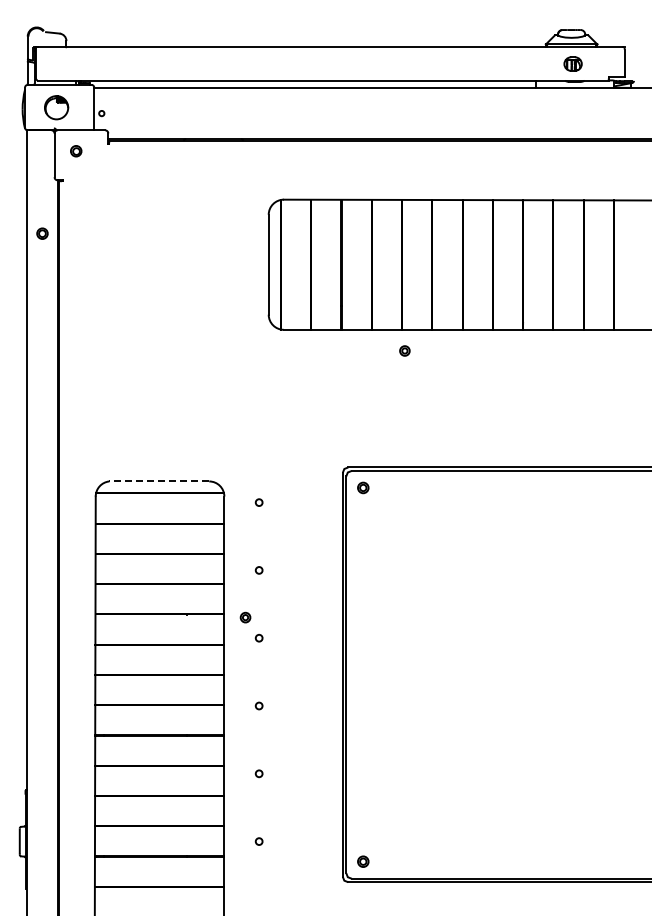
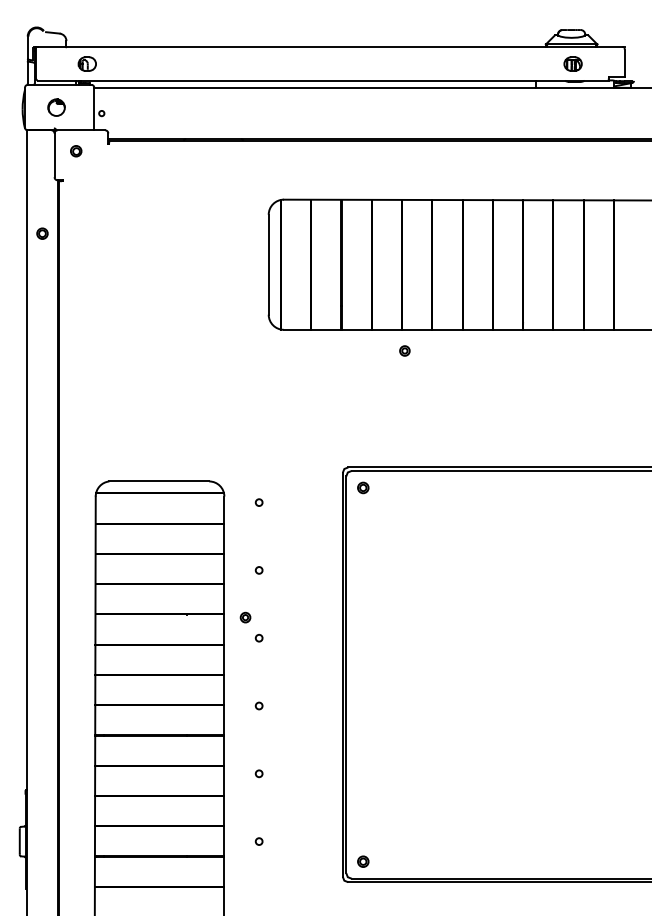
part at (86, 63): none -> present
part at (56, 107) size: 26x26 px -> 19x19 px
line at (159, 481): dashed -> solid
